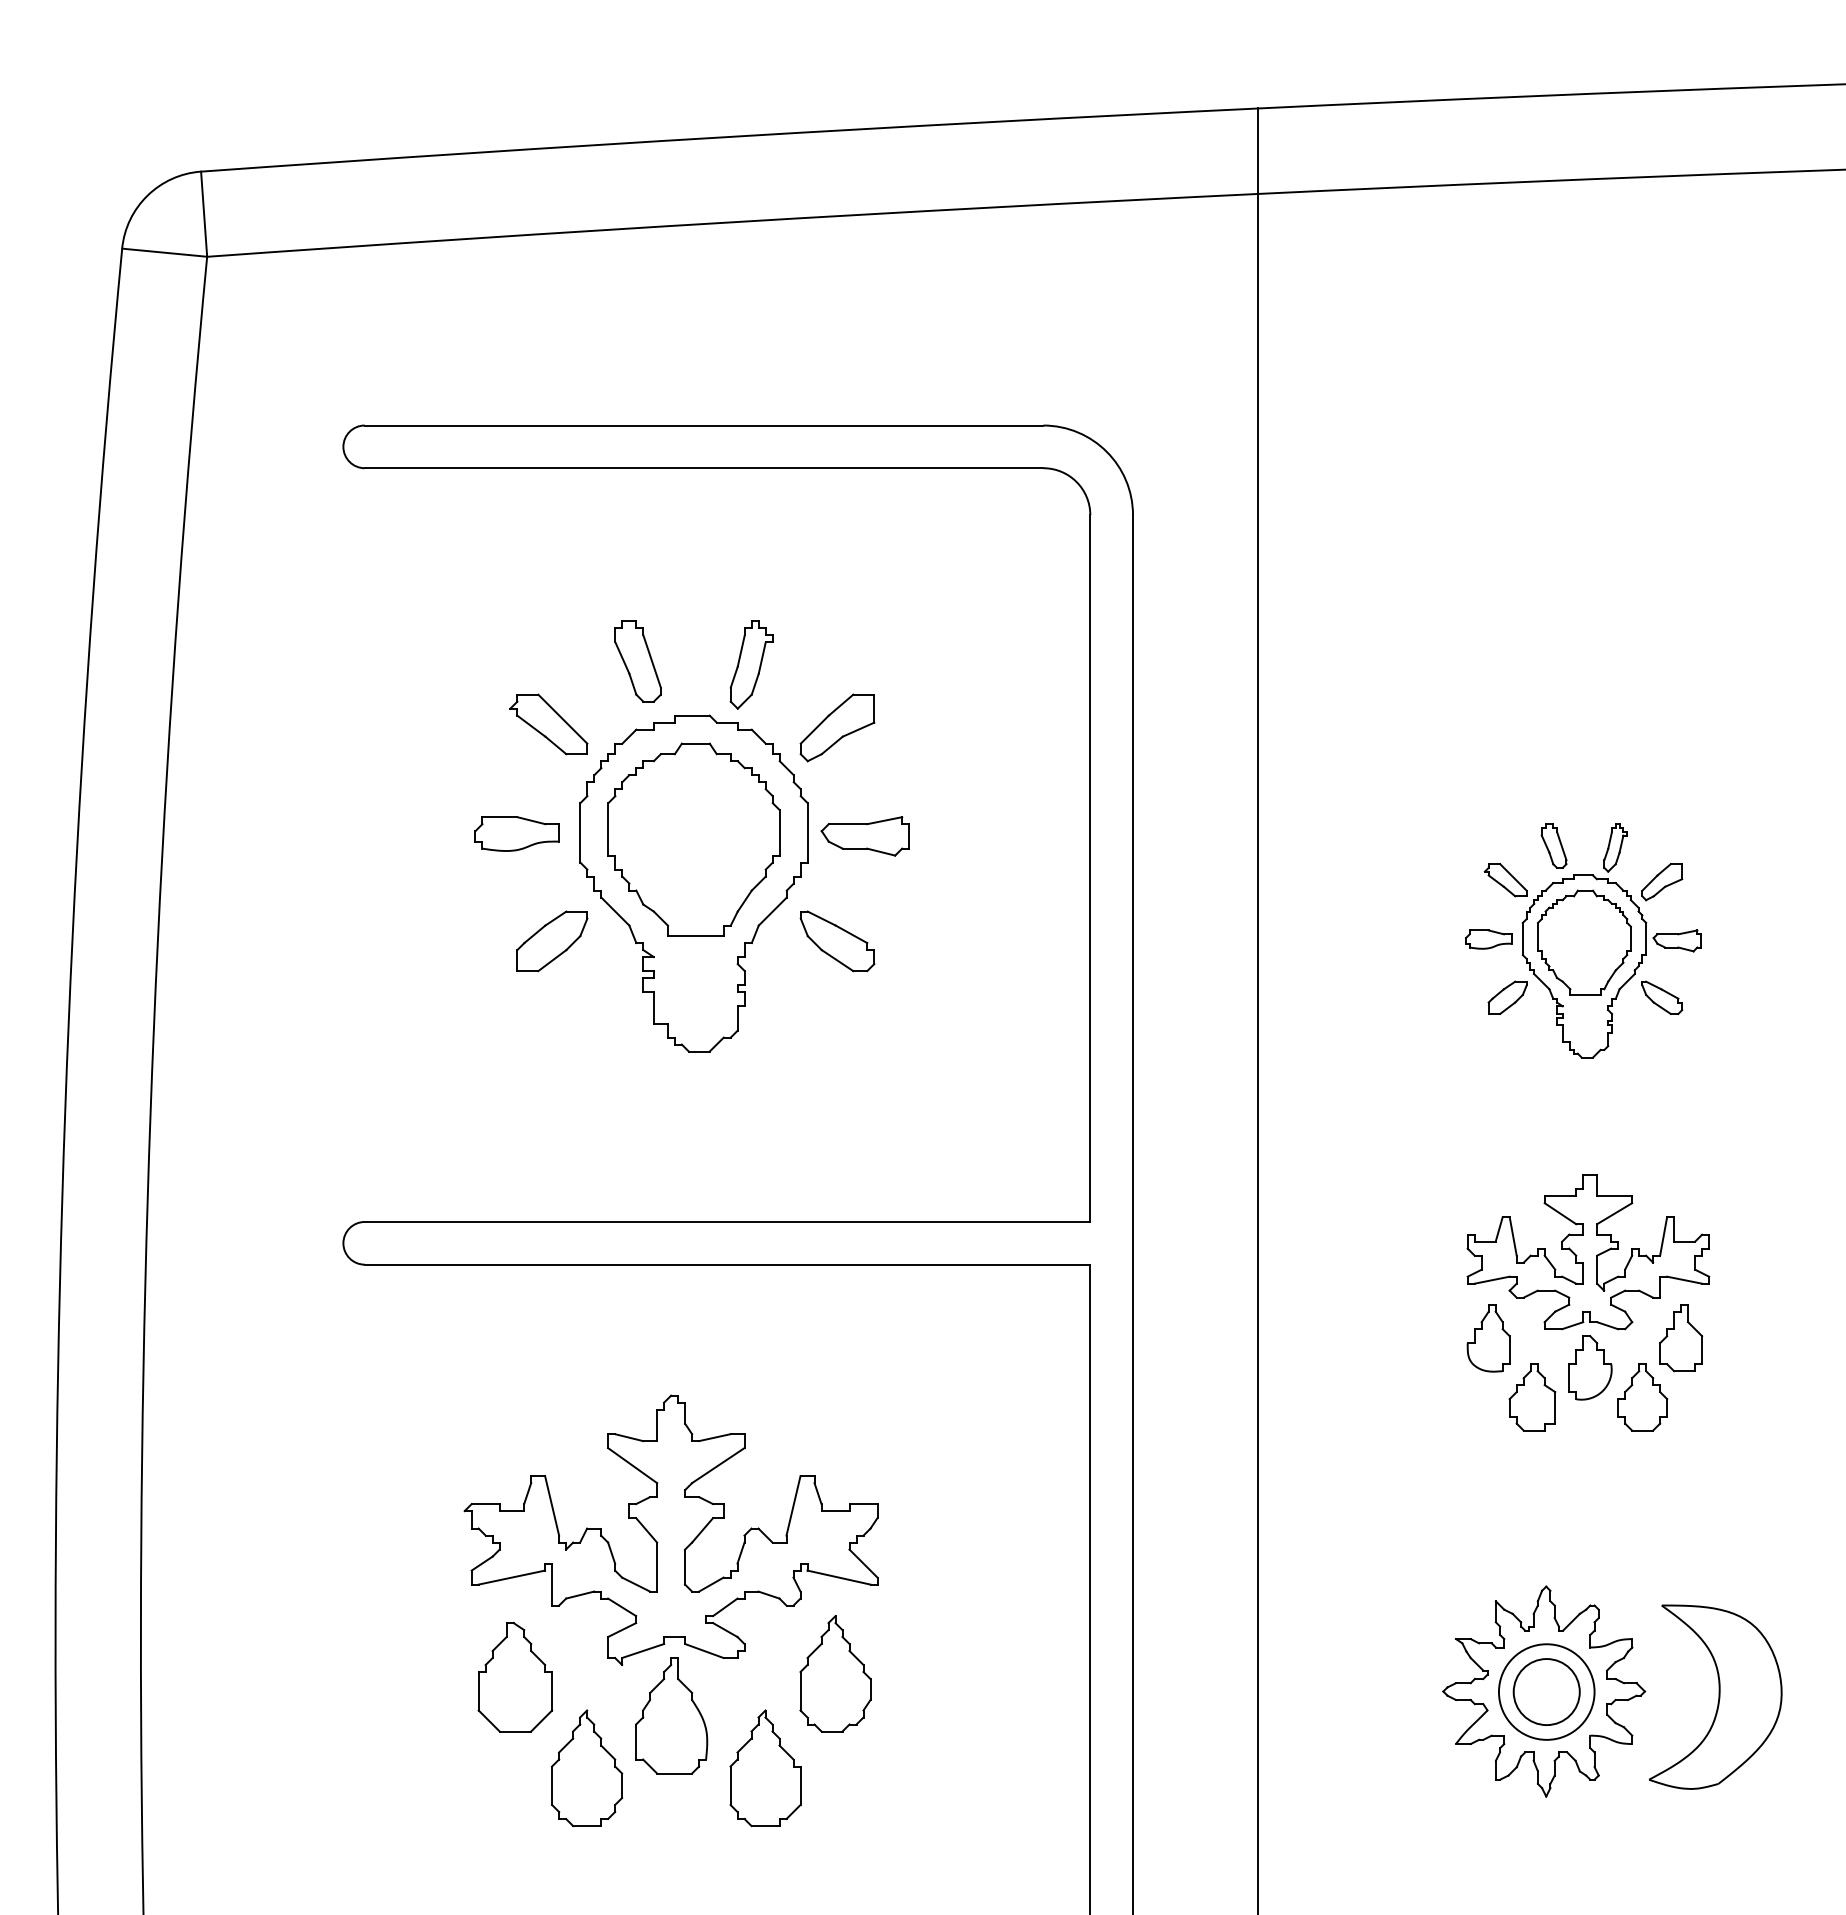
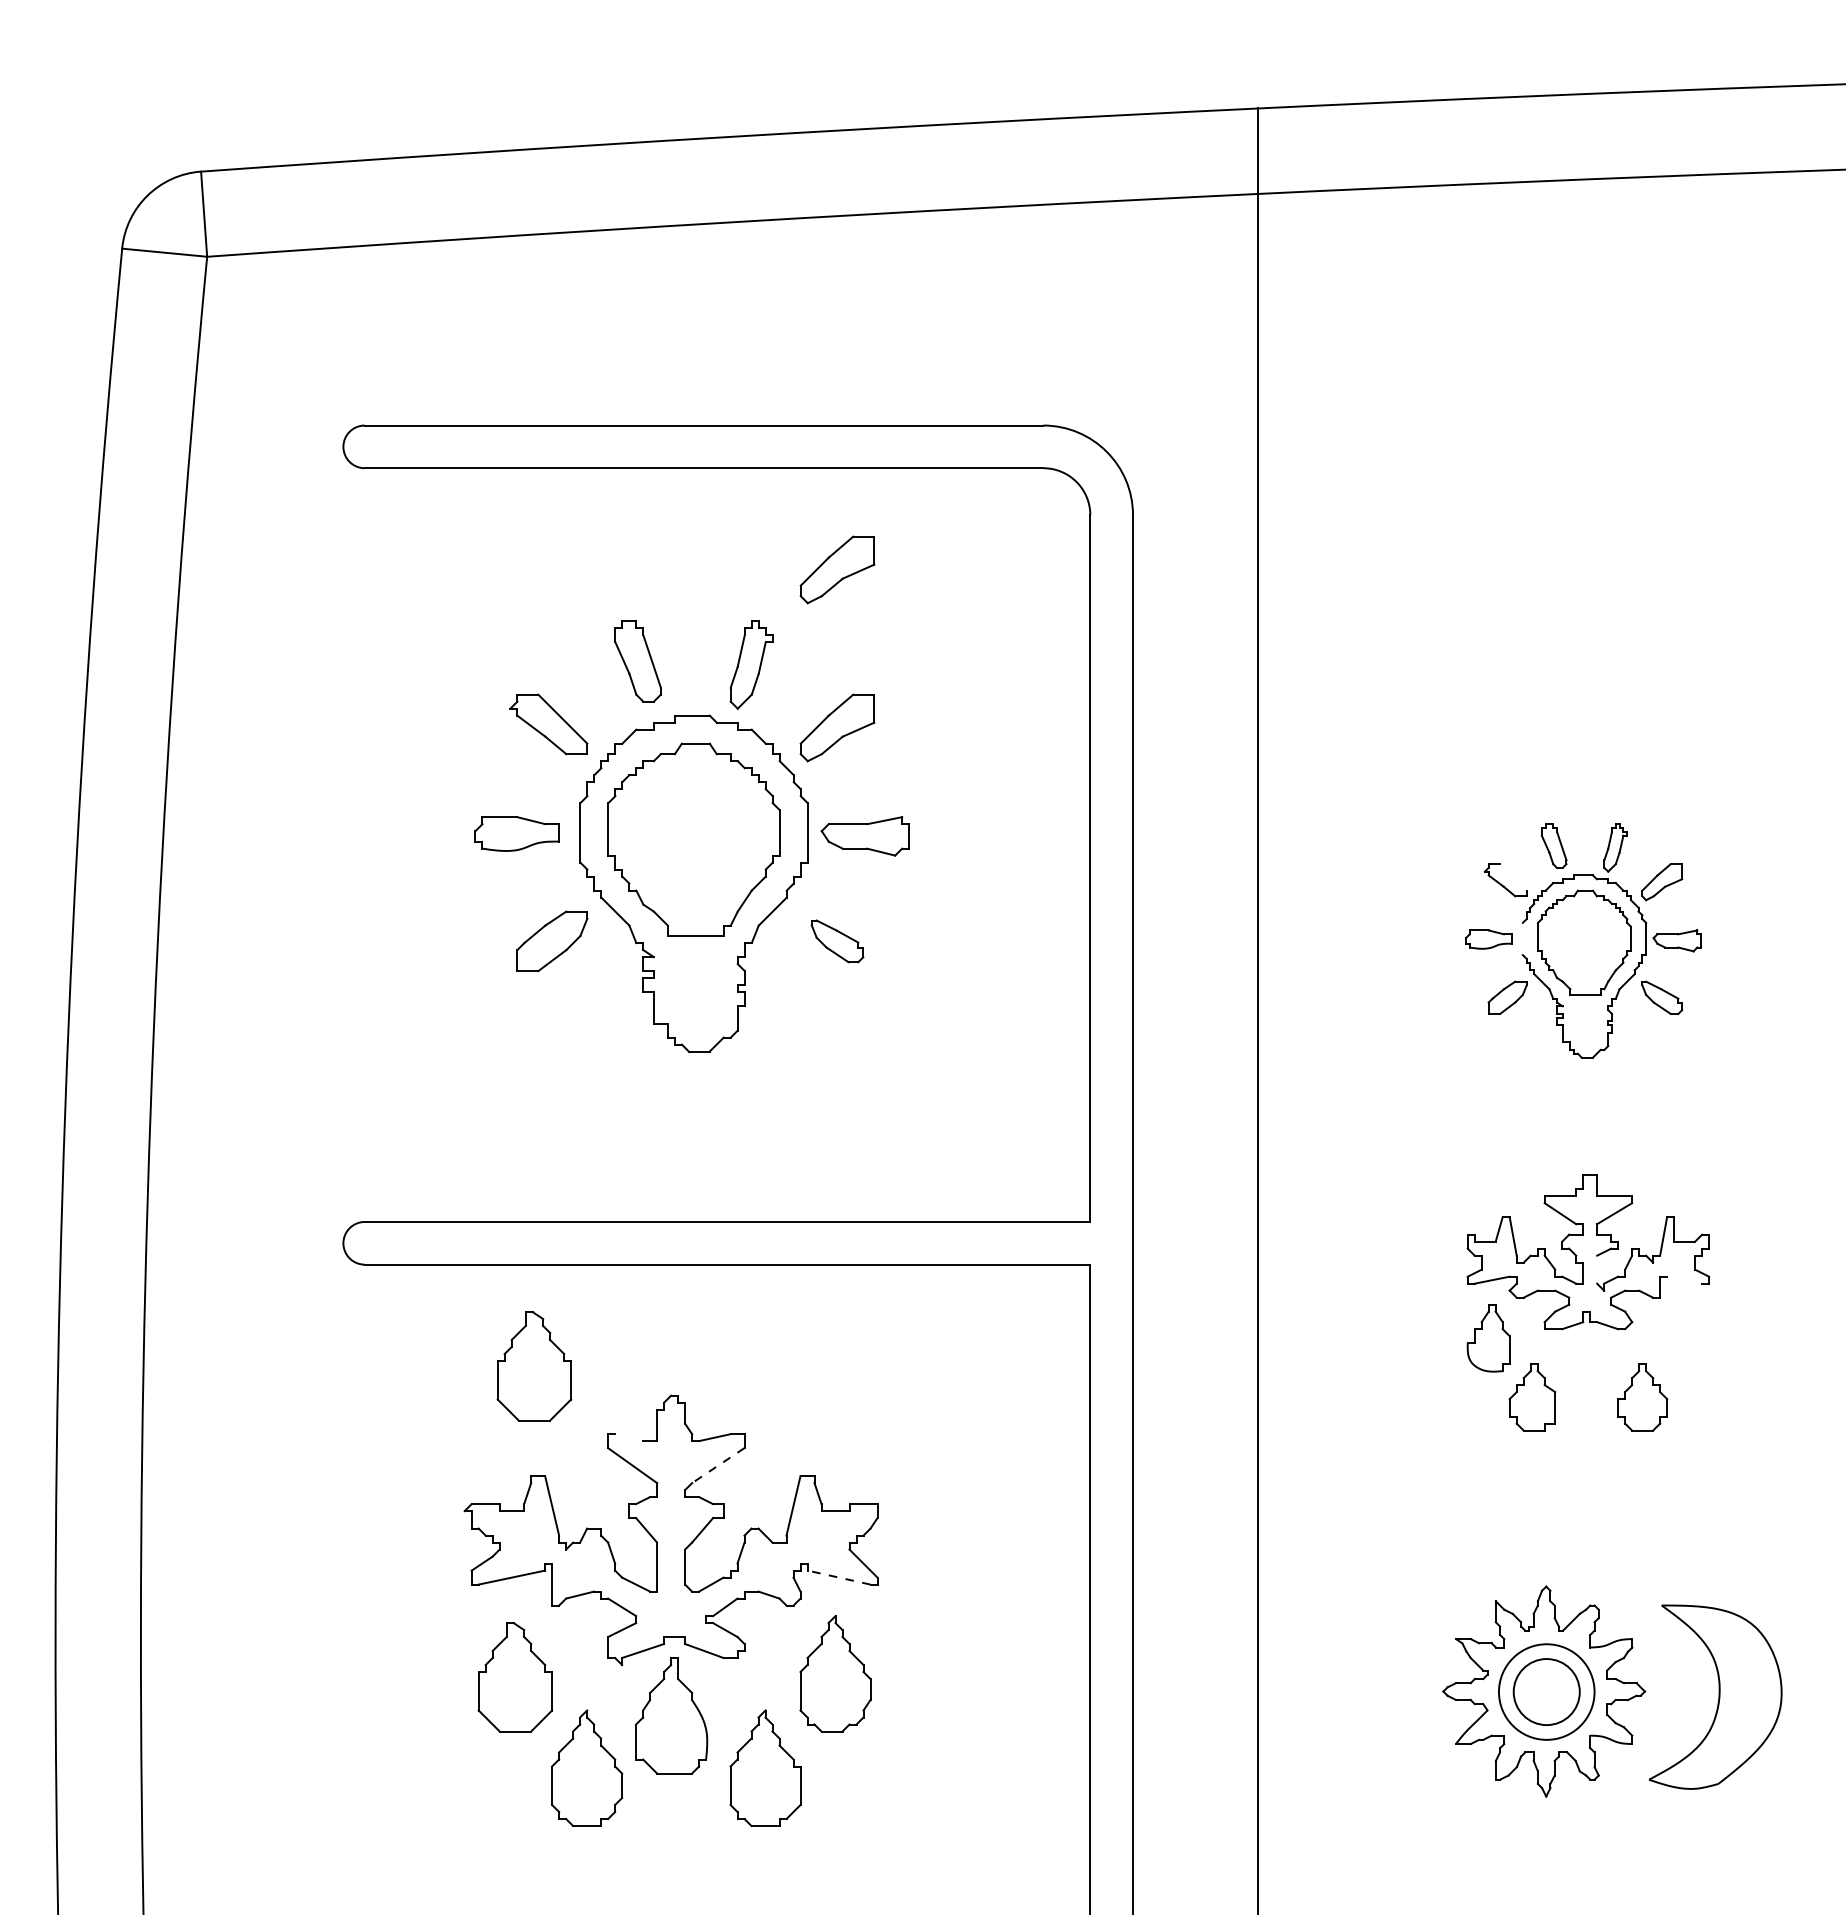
part at (837, 569): none -> present
line at (1513, 877): present -> none
line at (1522, 938): present -> none
part at (837, 941) size: 77x63 px -> 55x45 px
line at (1597, 1269): present -> none
line at (1684, 1279): present -> none
part at (1681, 1338): present -> none
part at (534, 1366): none -> present
part at (1590, 1367): present -> none
line at (629, 1437): present -> none
line at (718, 1465): solid -> dashed
line at (838, 1577): solid -> dashed
